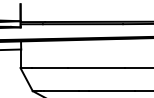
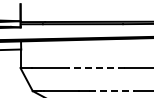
line at (96, 68): solid -> dashed
line at (112, 91): solid -> dashed
